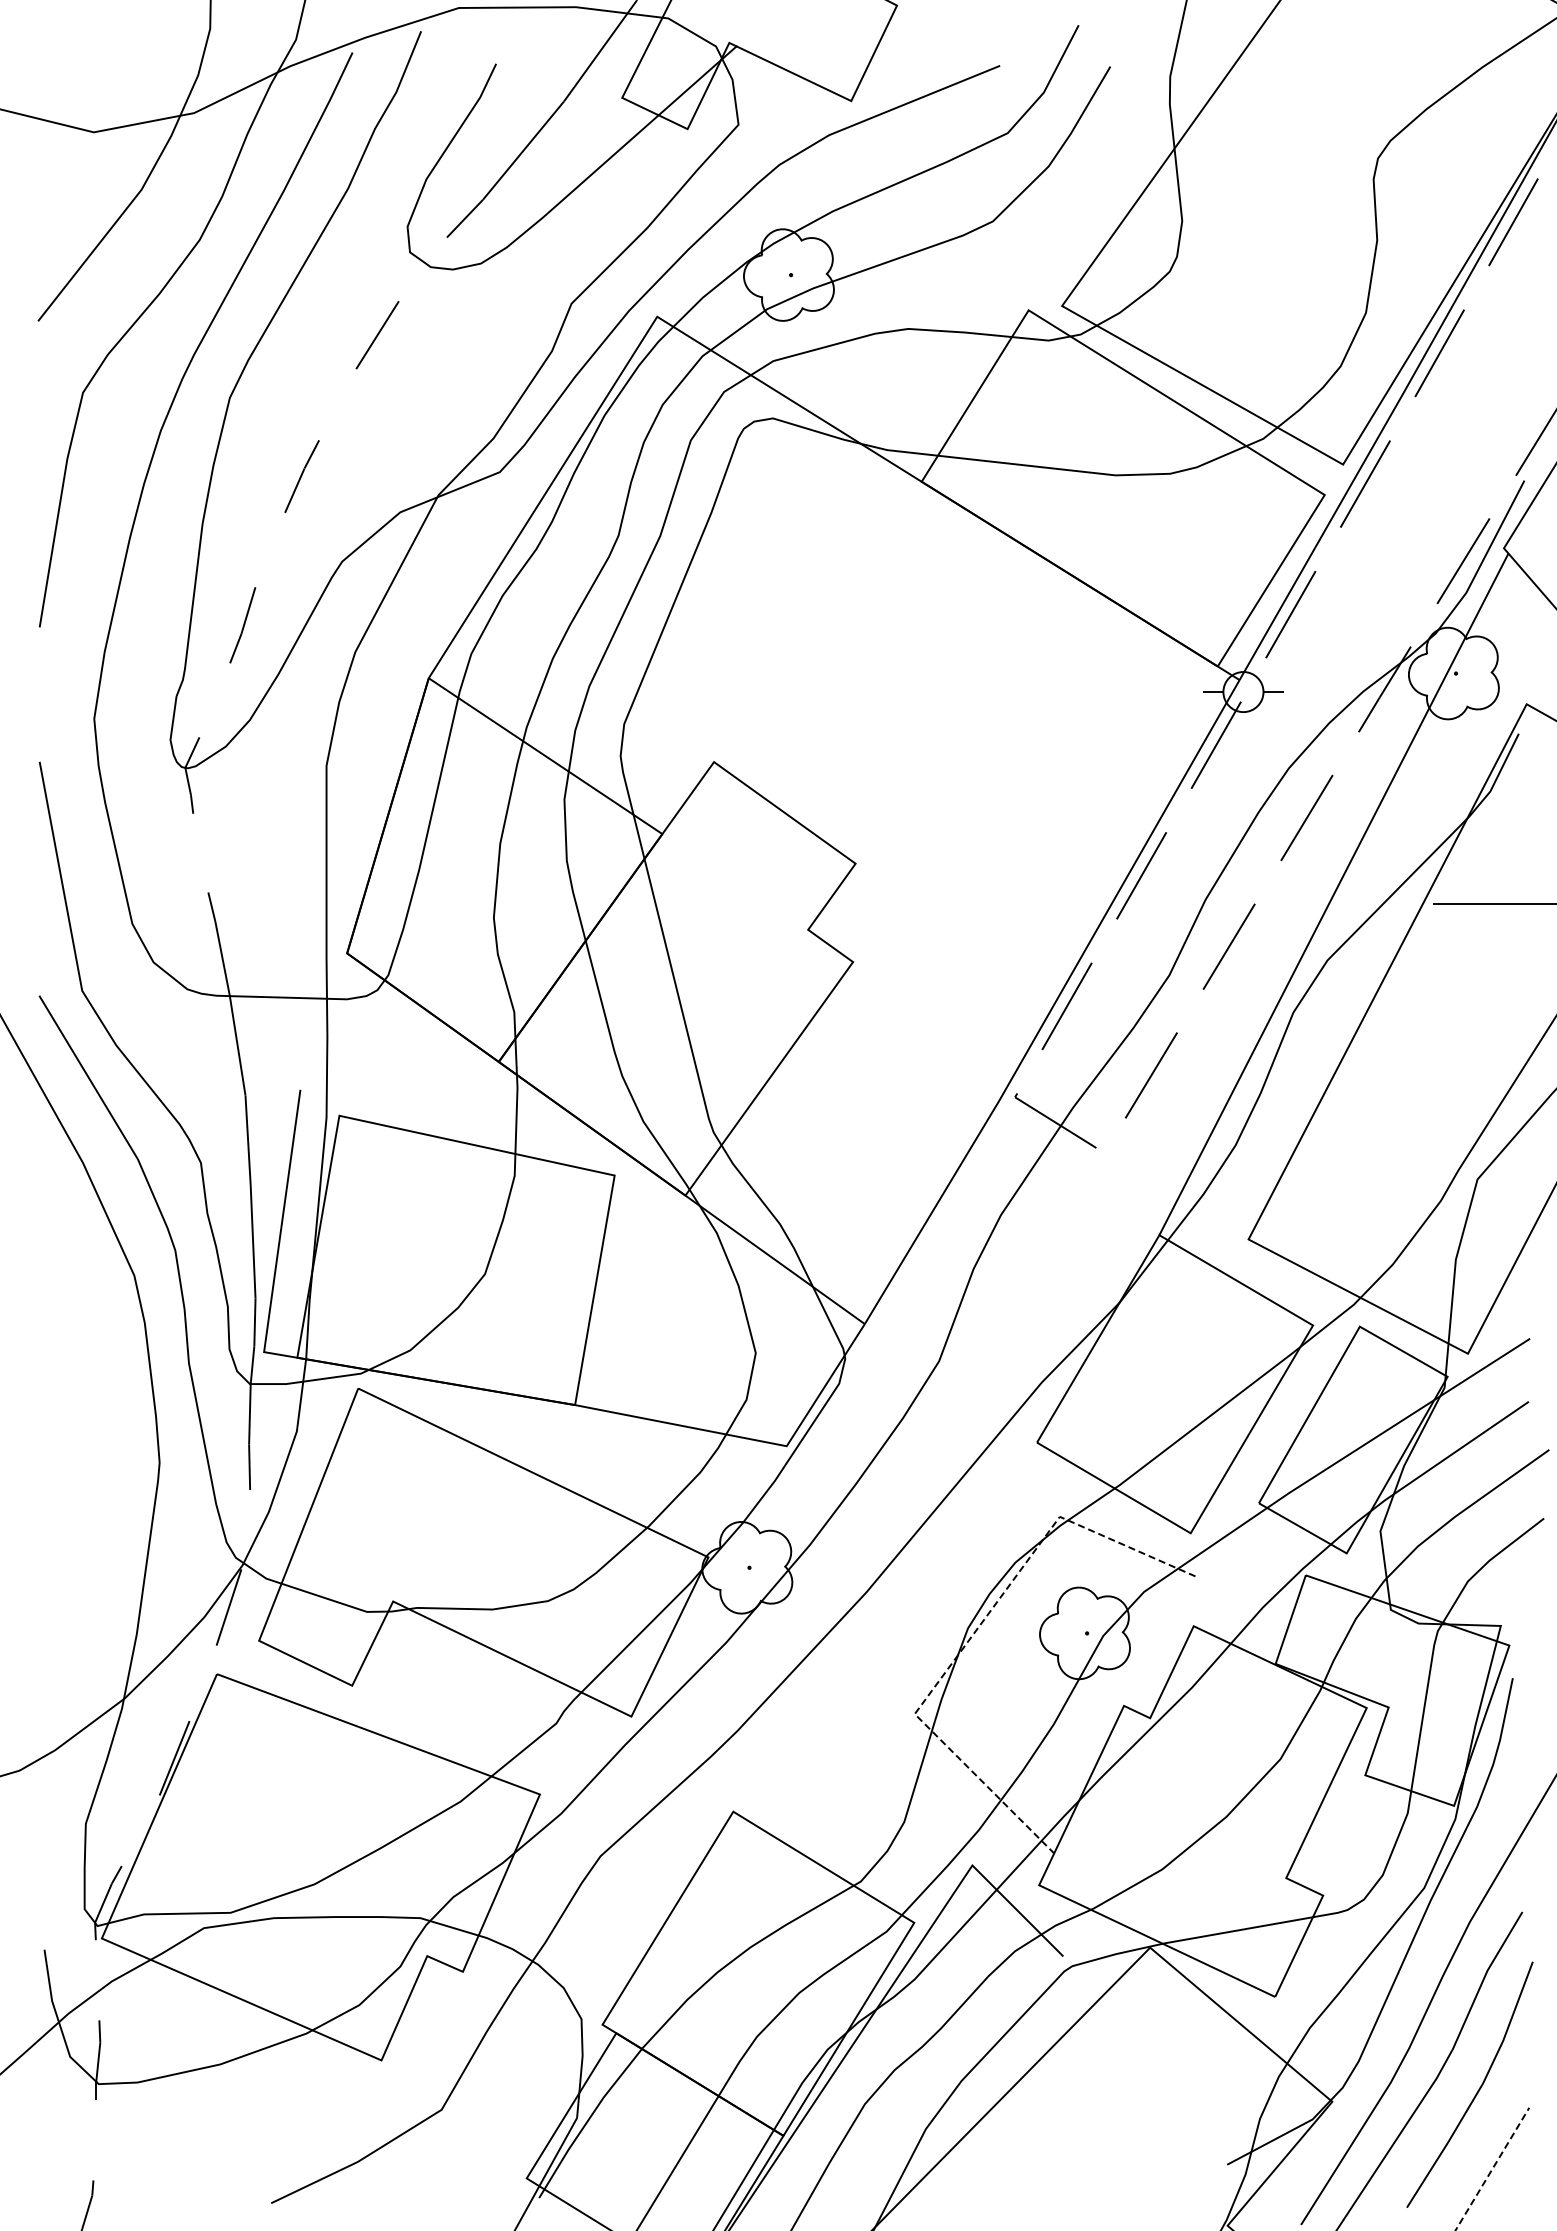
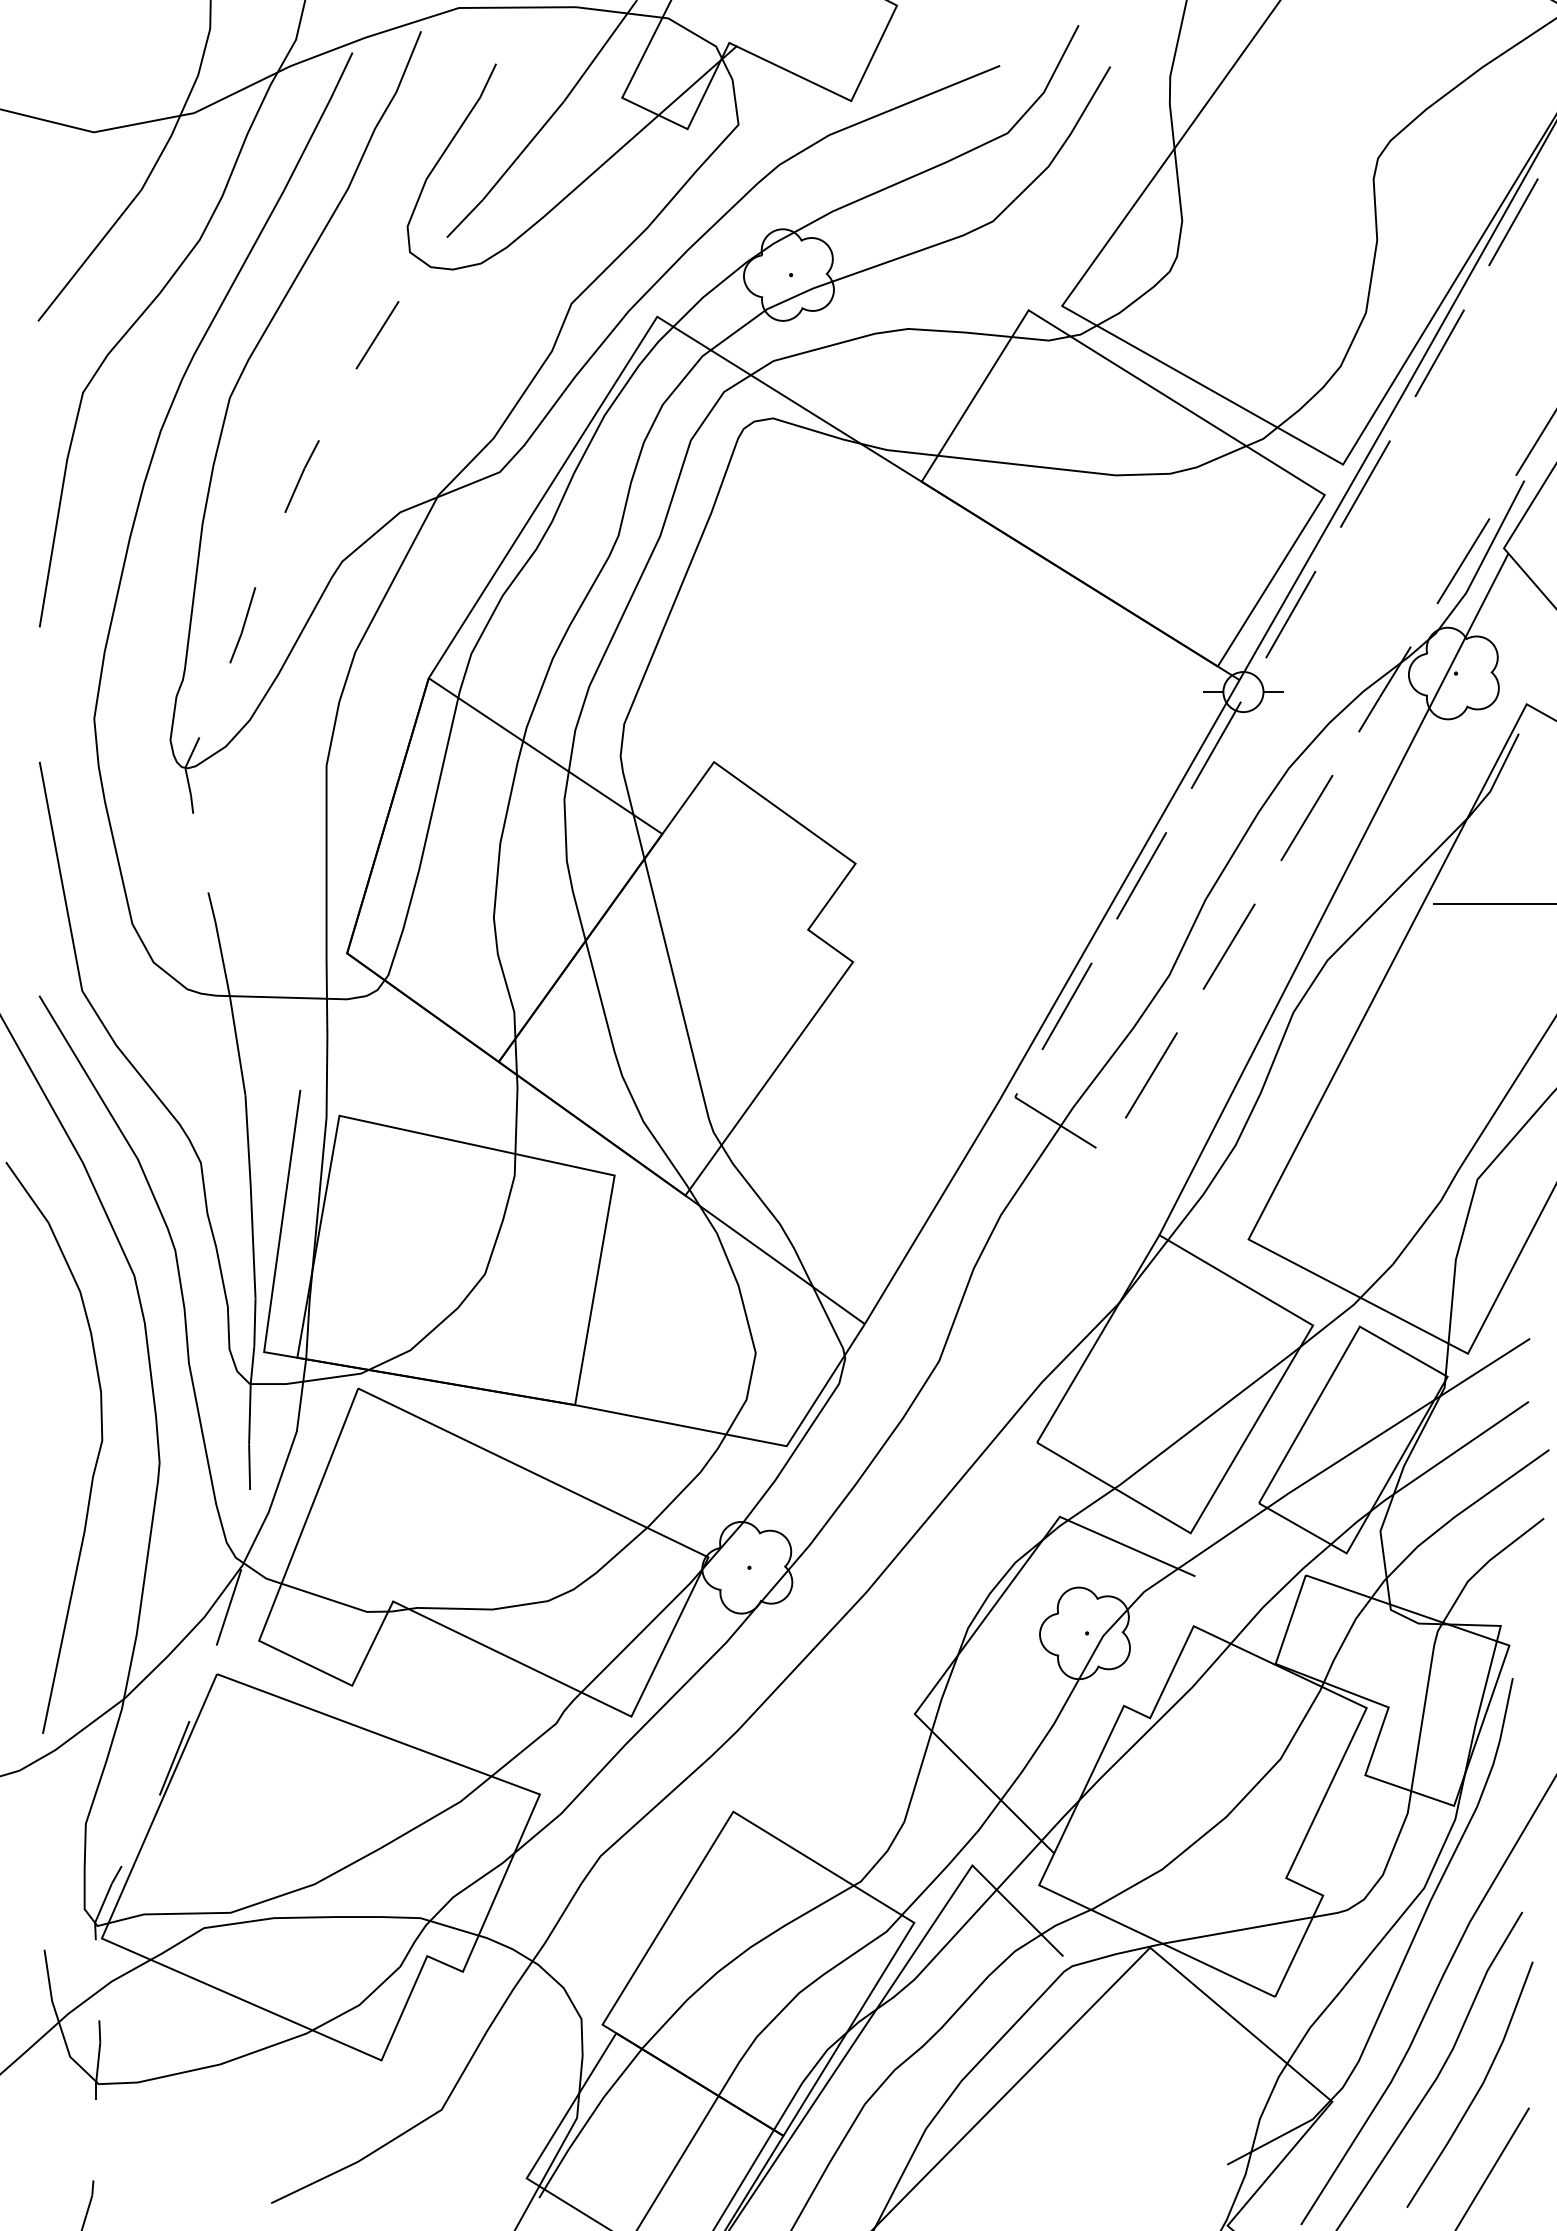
curve at (96, 1458): none -> present
line at (972, 1635): dashed -> solid
line at (1492, 2169): dashed -> solid
